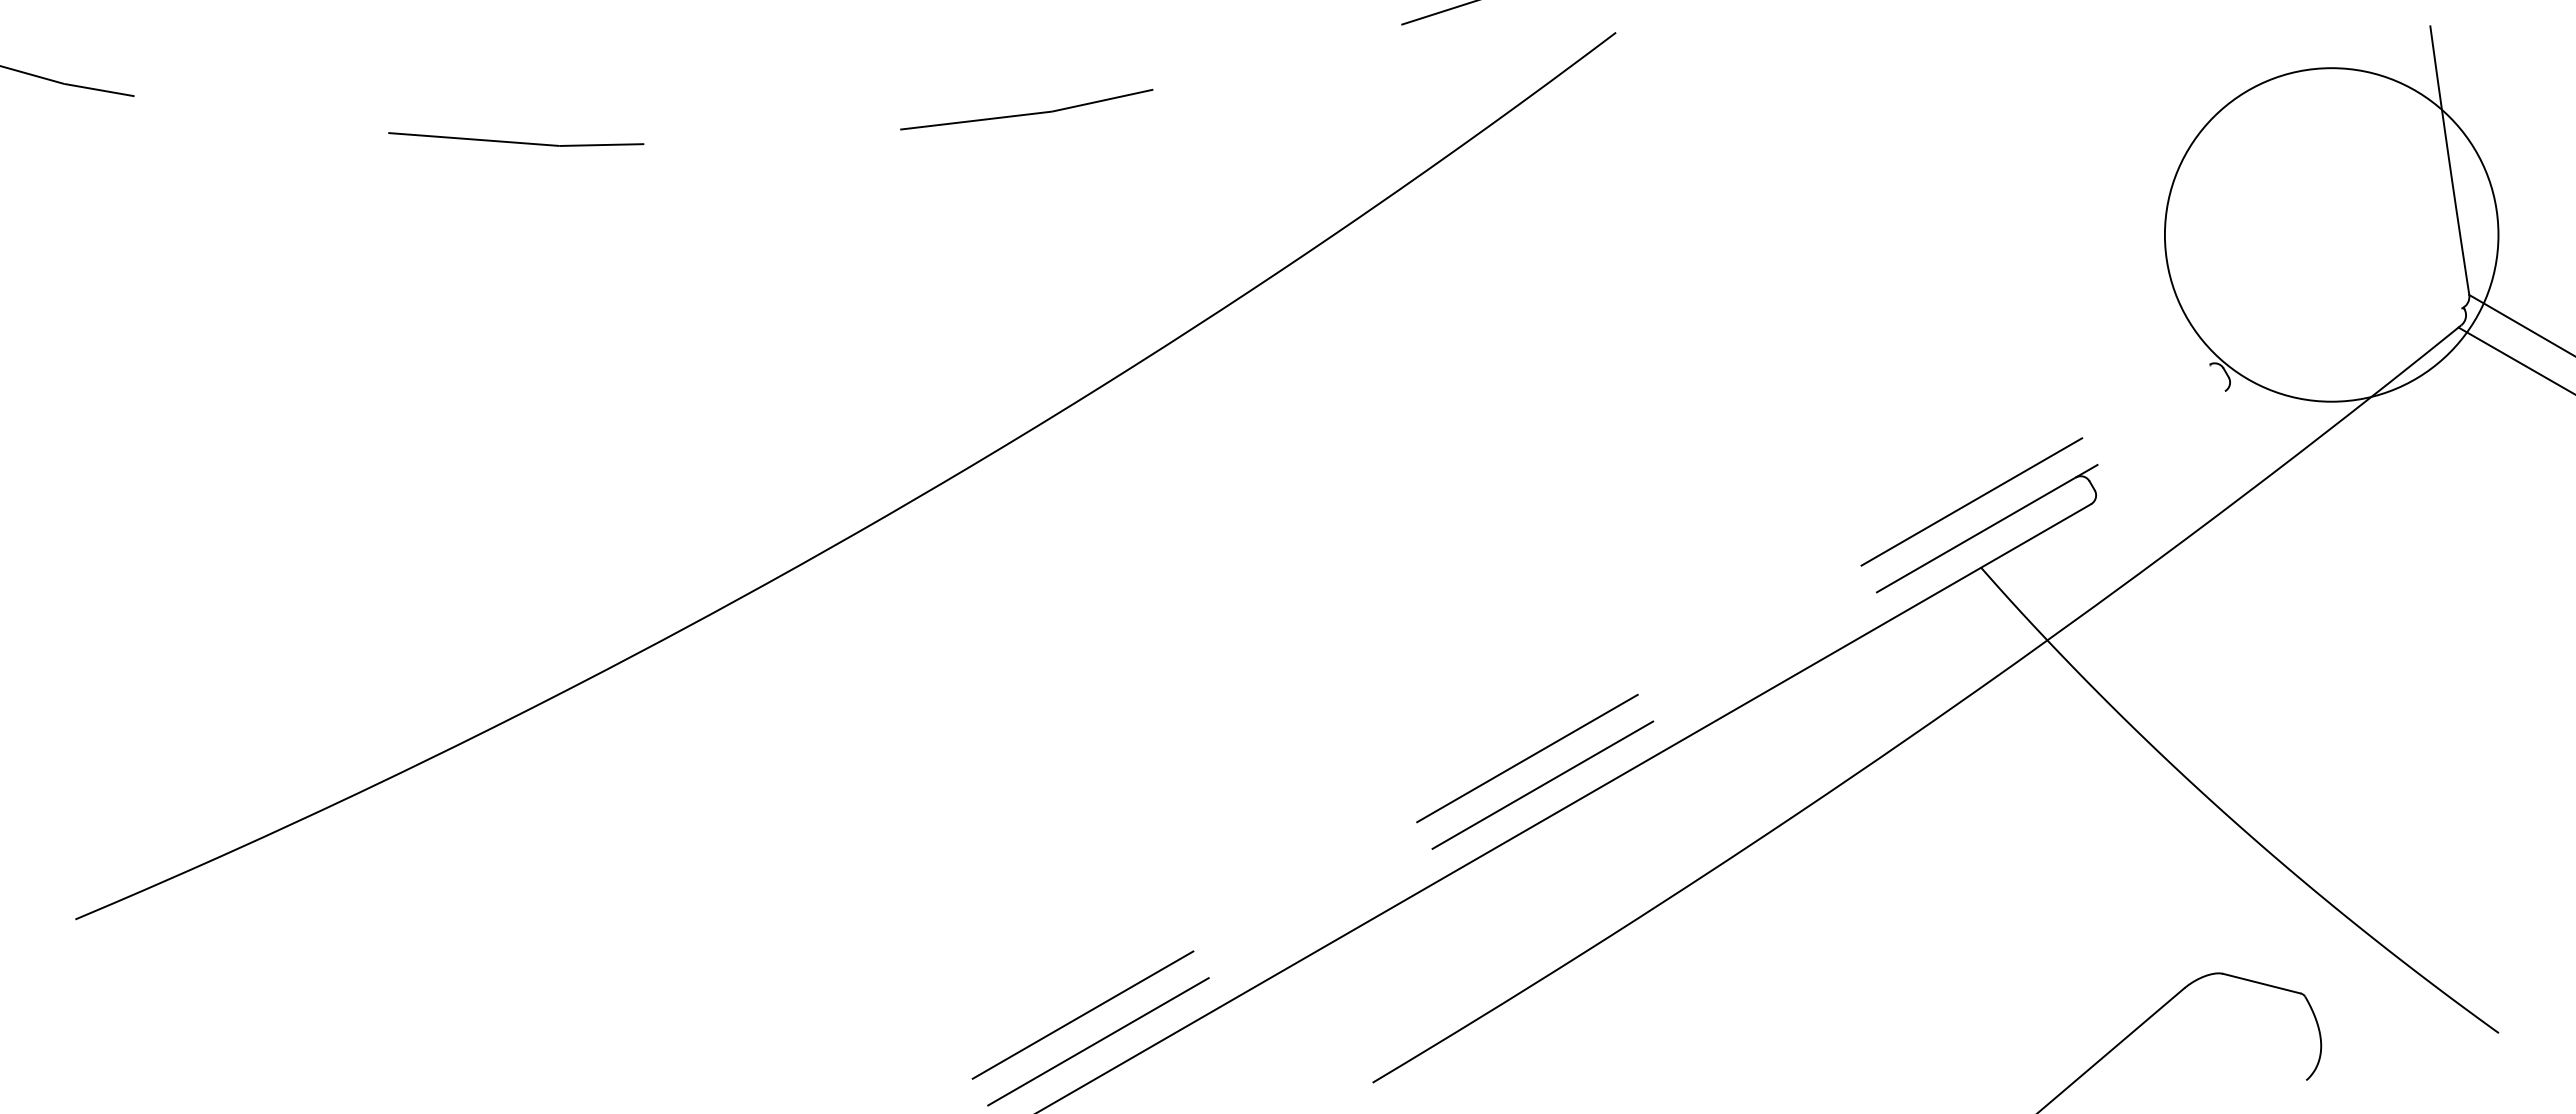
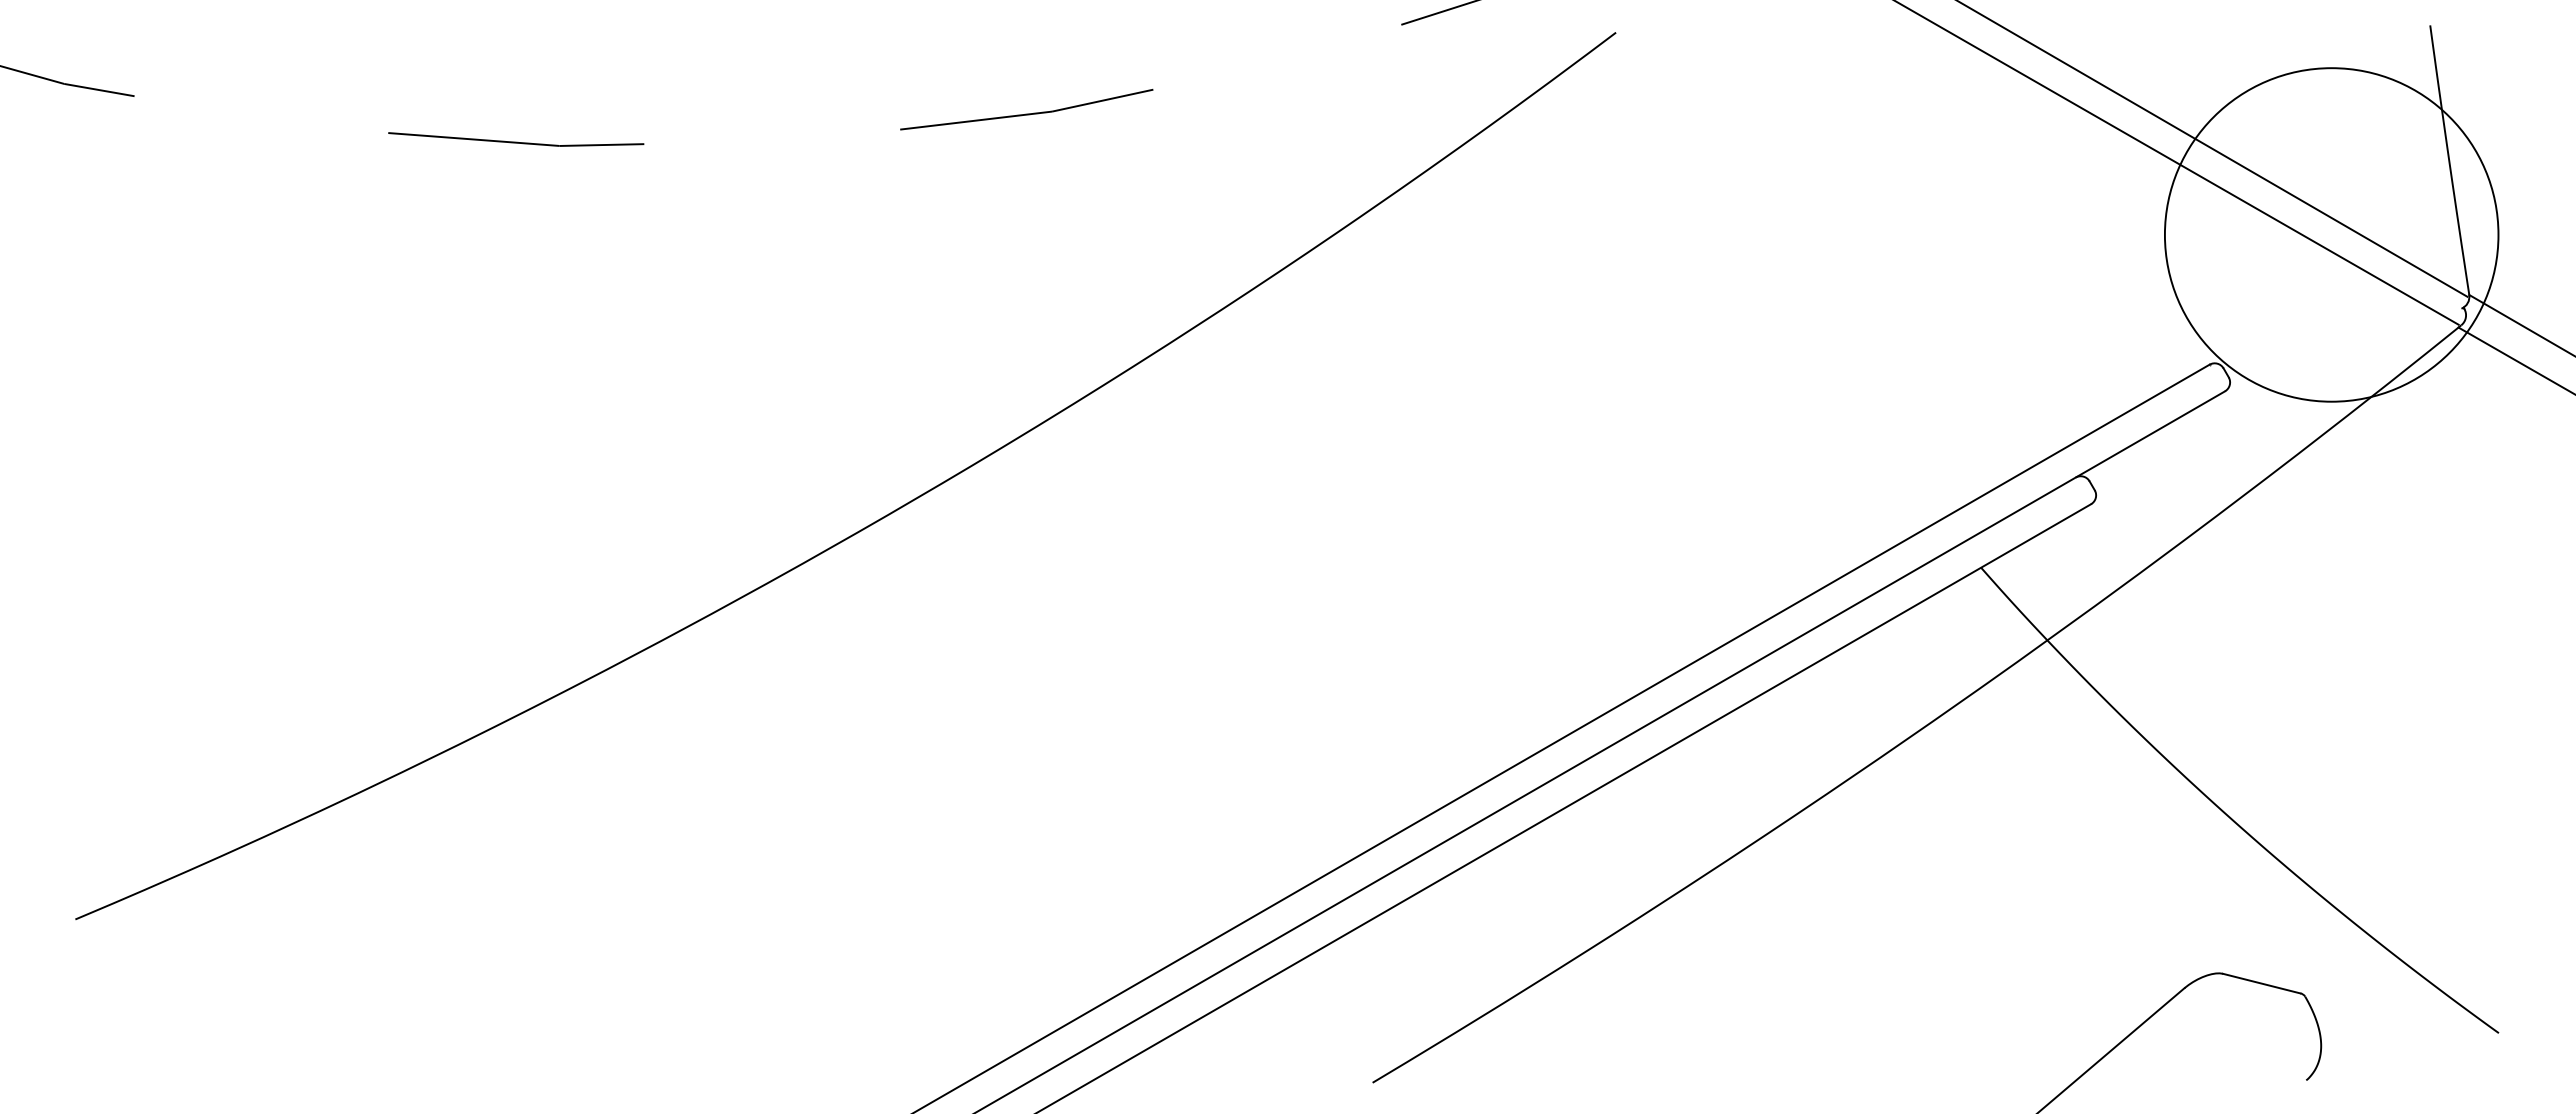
line at (2213, 149): none -> present
line at (2177, 163): none -> present
line at (1561, 739): dashed -> solid
line at (1599, 752): dashed -> solid
